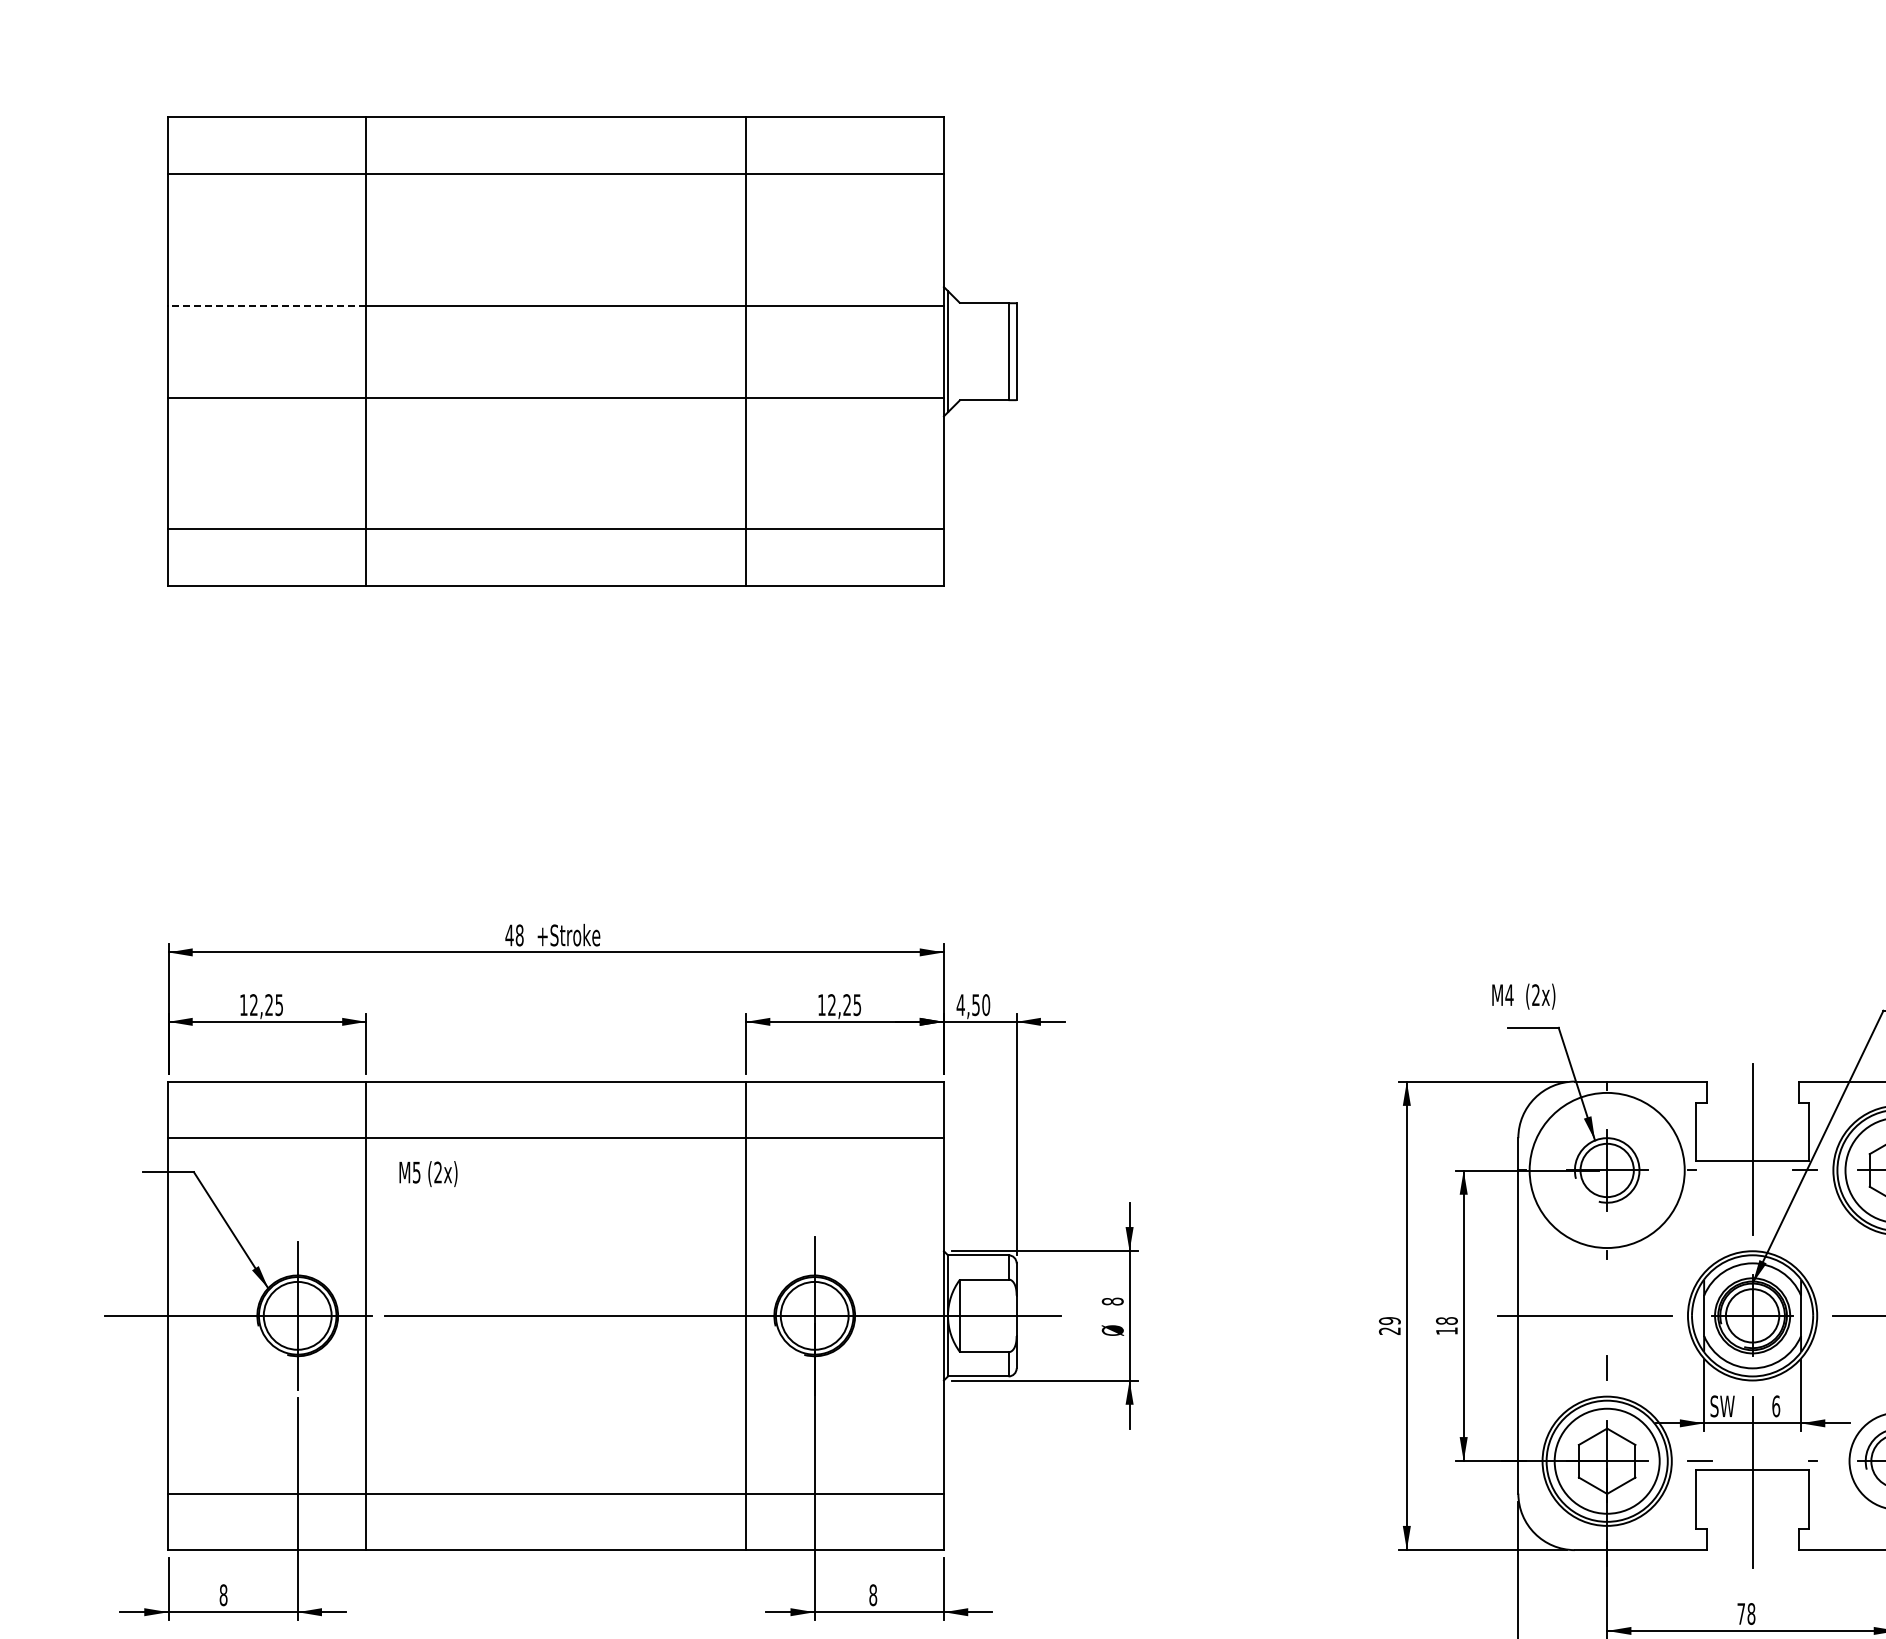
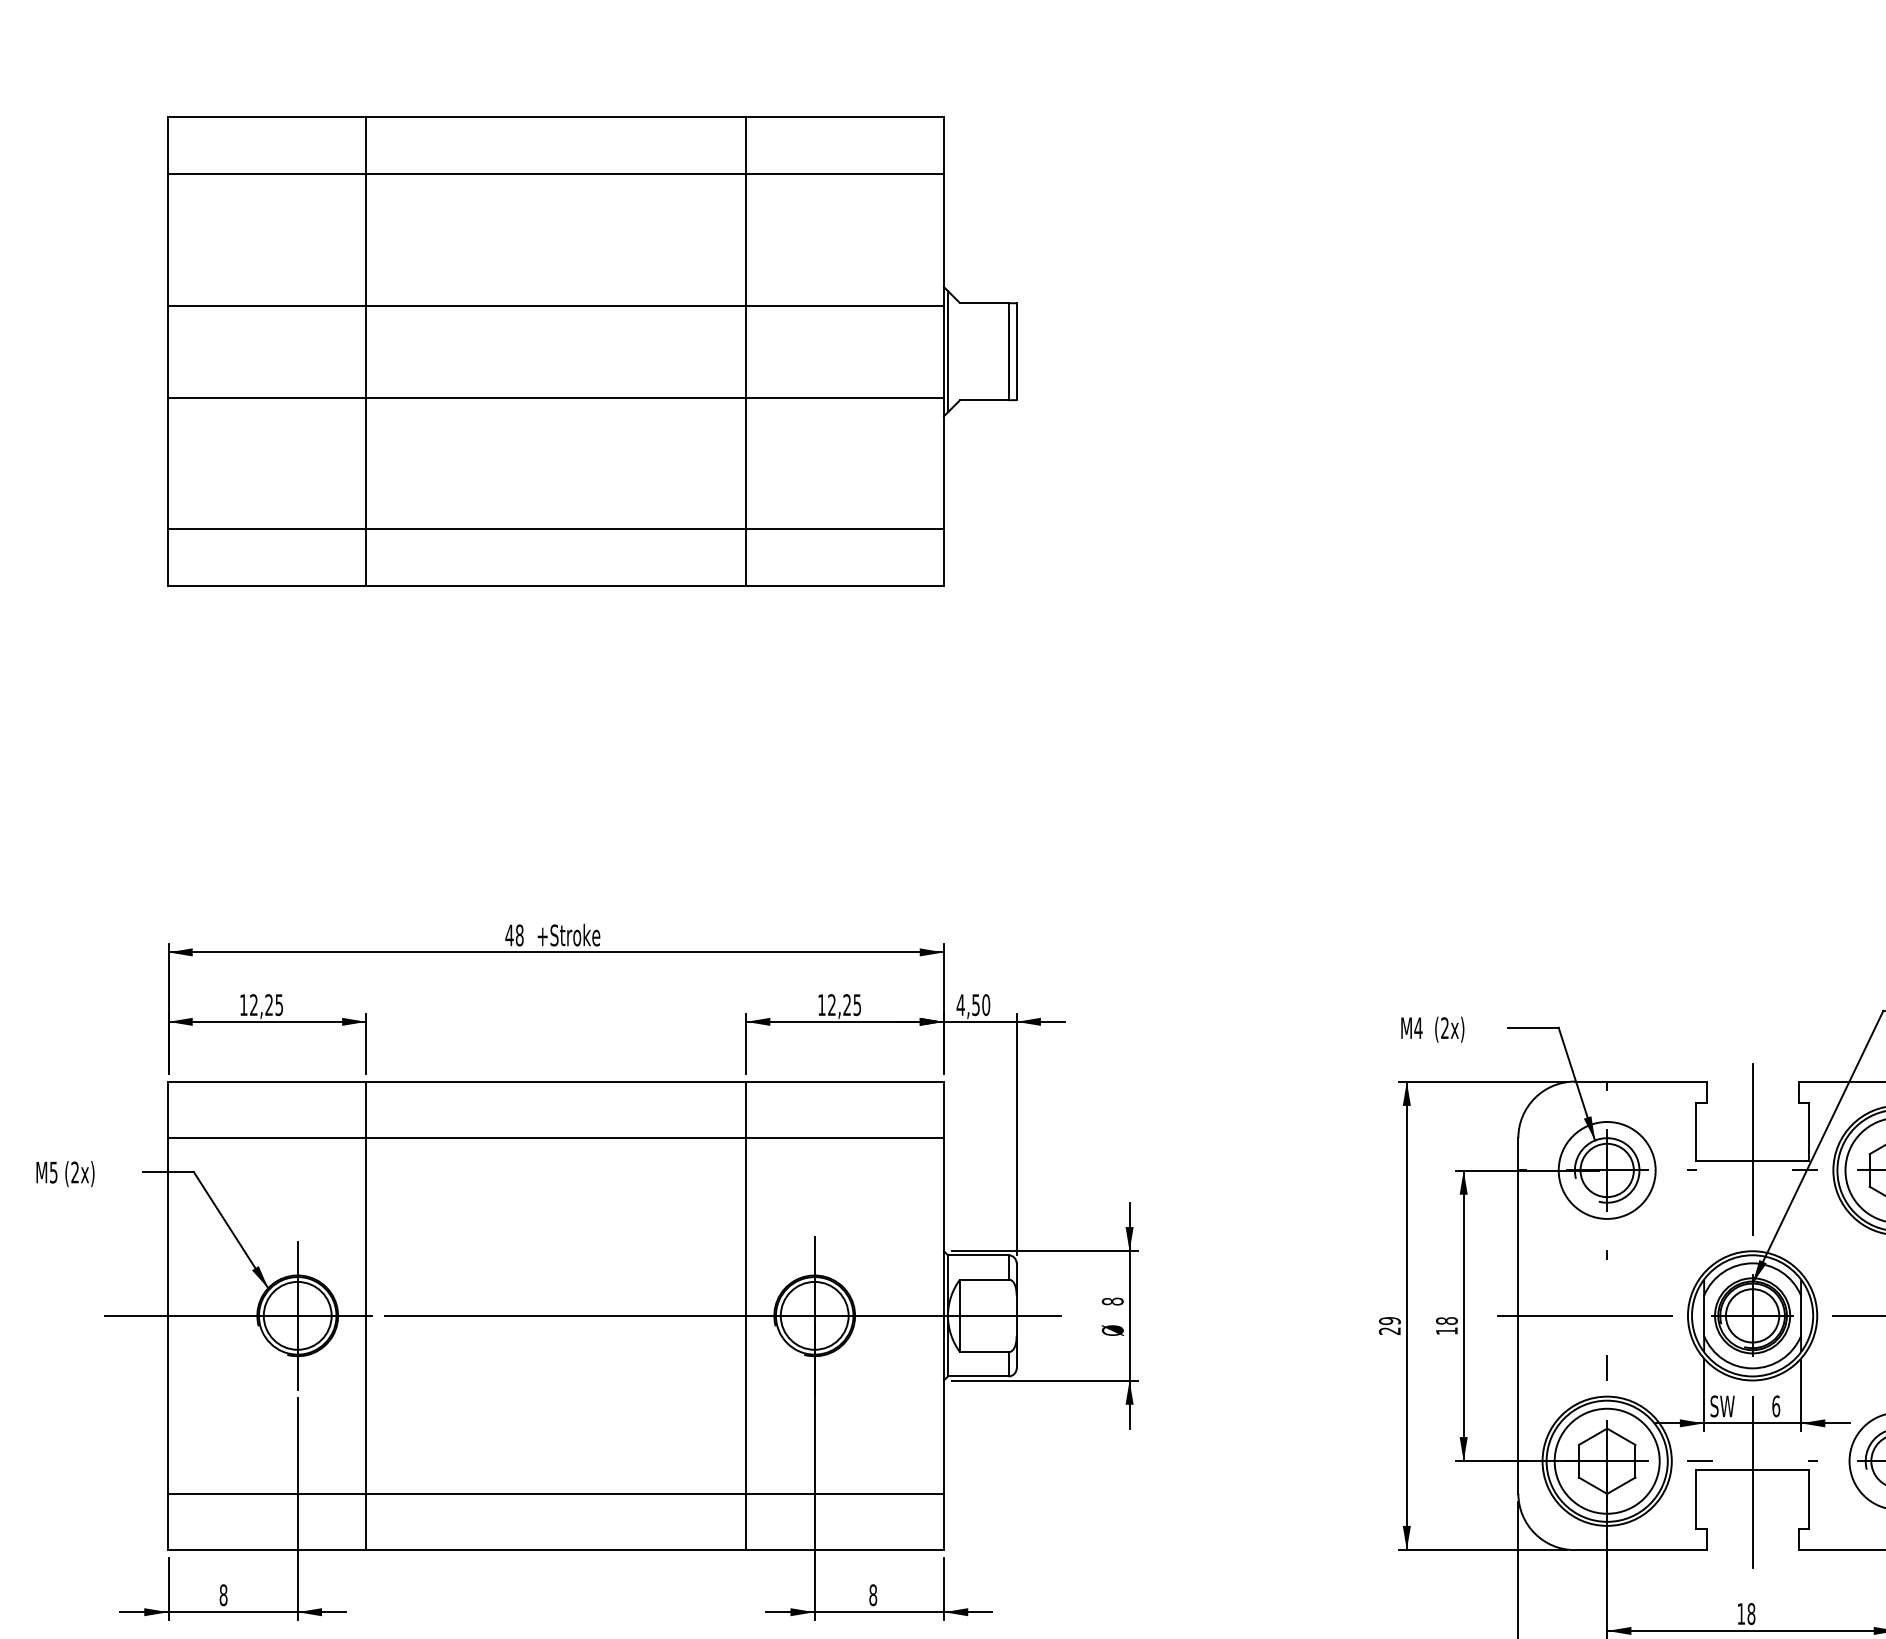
line at (267, 305): dashed -> solid
text at (1523, 996) position: (1523, 996) -> (1432, 1029)
circle at (1606, 1170) diameter: 155 px -> 97 px
text at (428, 1174) position: (428, 1174) -> (65, 1174)
text at (1740, 1613): 78 -> 18
